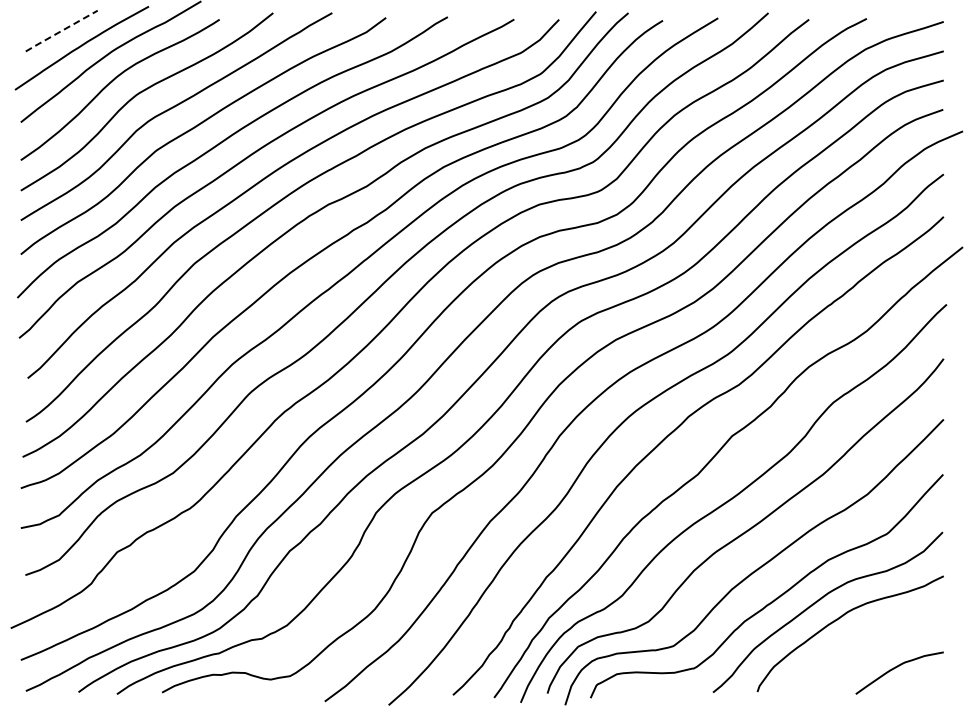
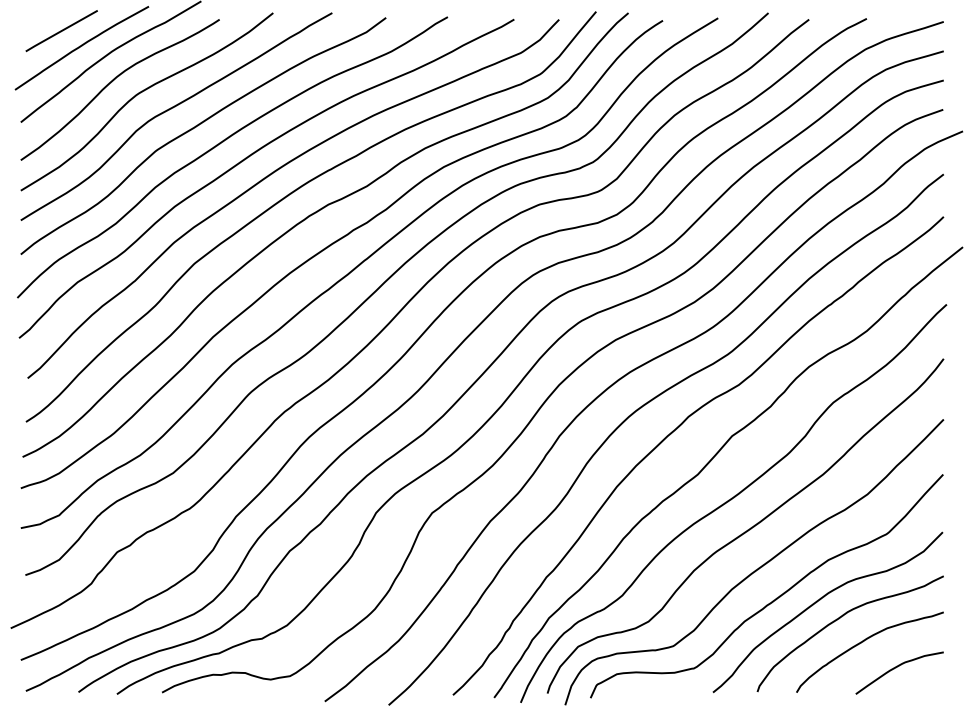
line at (61, 31): dashed -> solid
curve at (863, 642): none -> present
